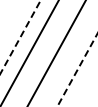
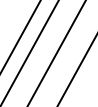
line at (20, 36): dashed -> solid
line at (77, 69): dashed -> solid
